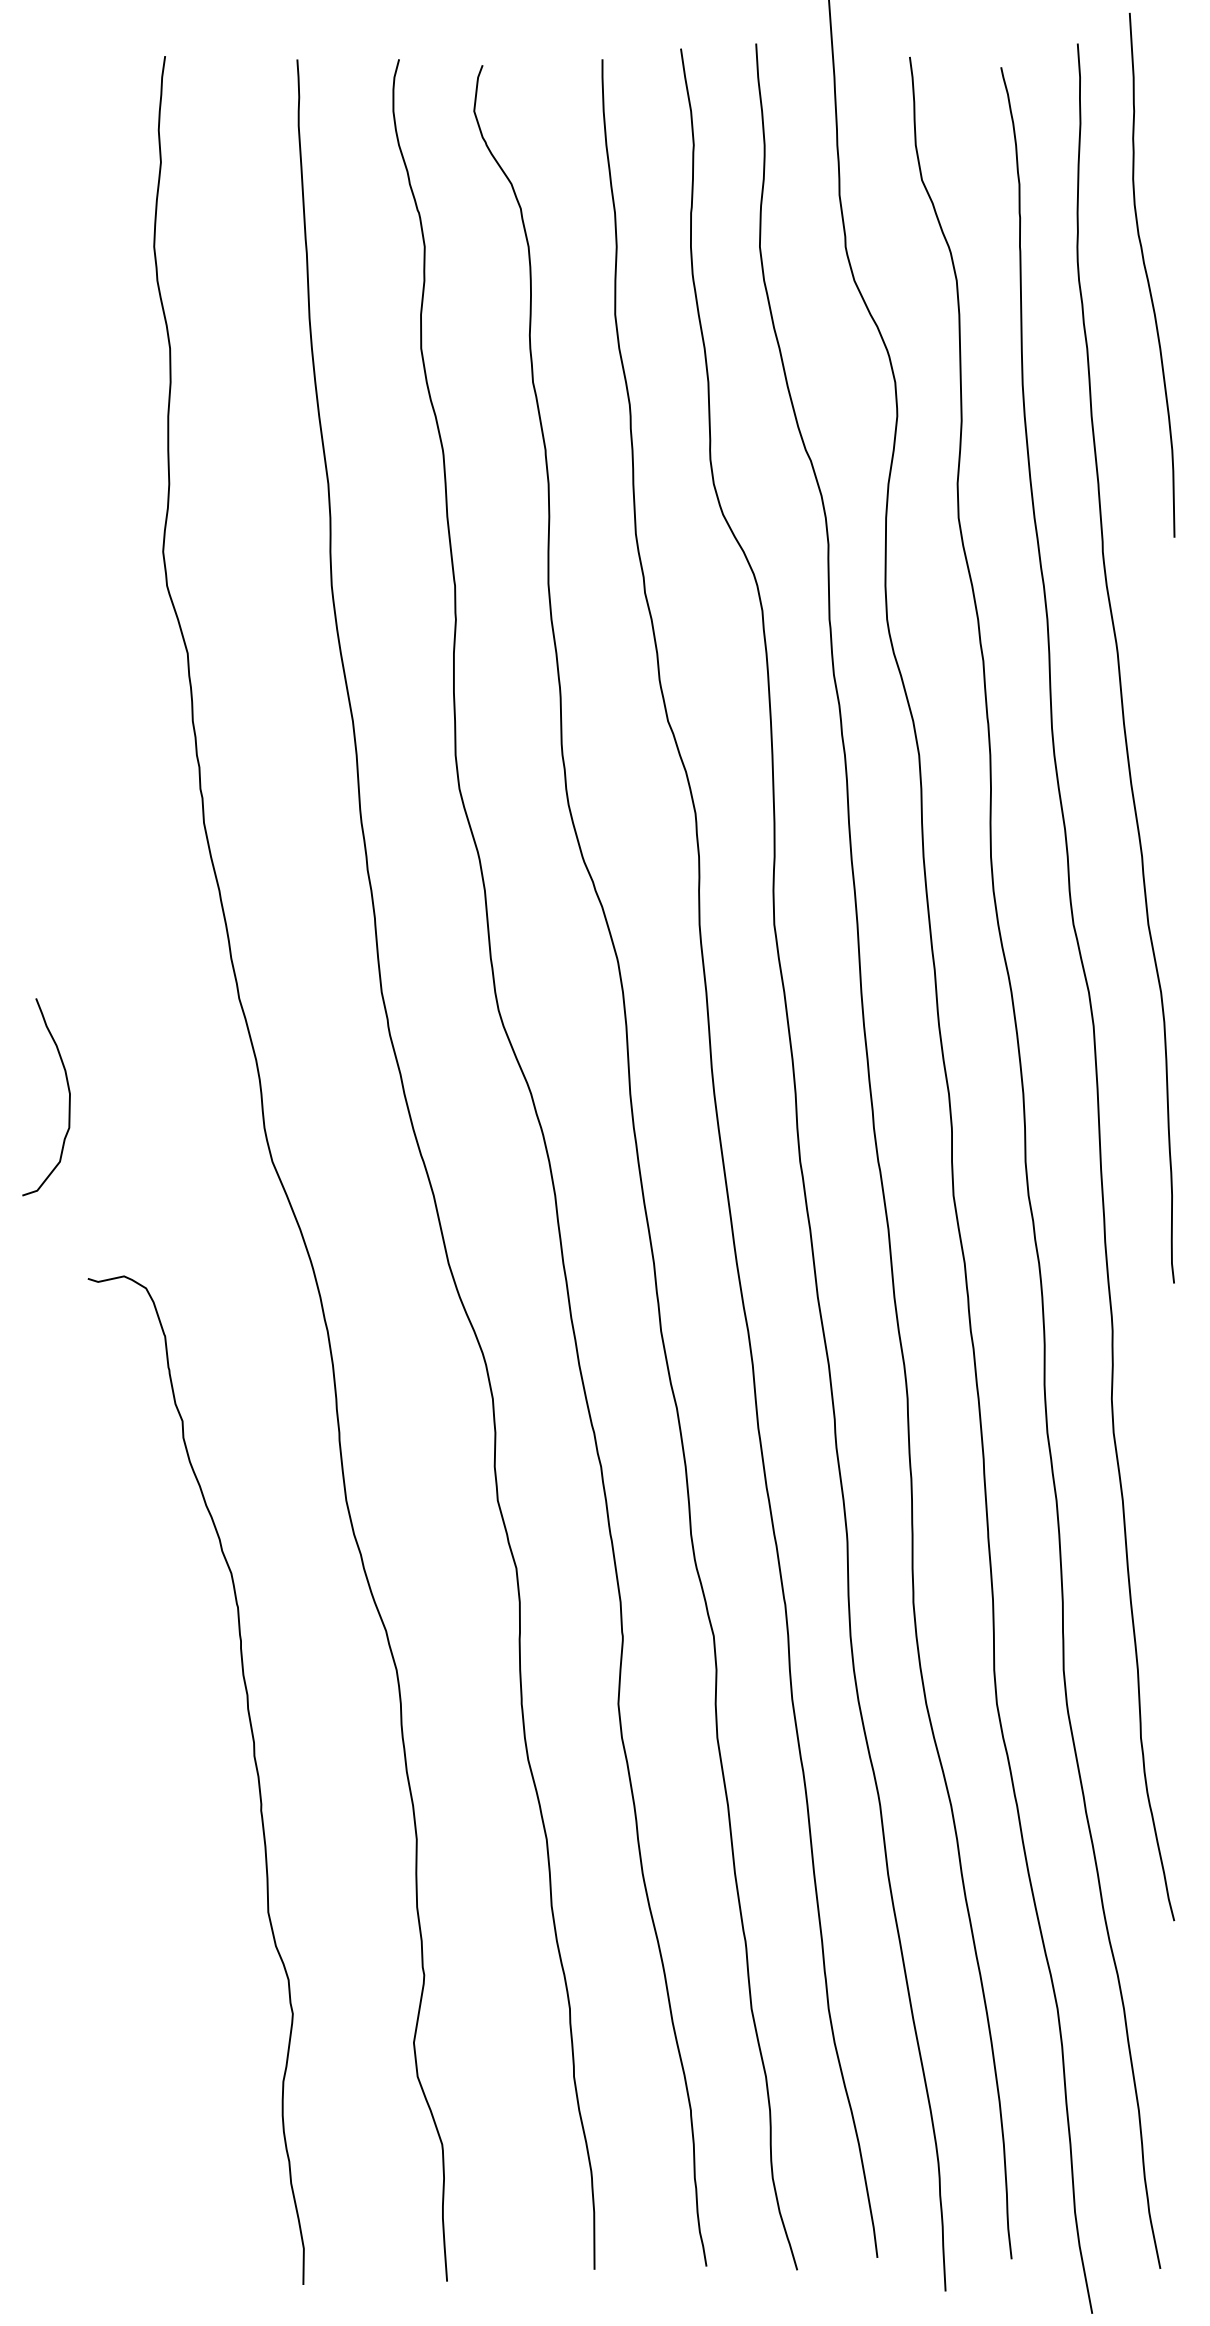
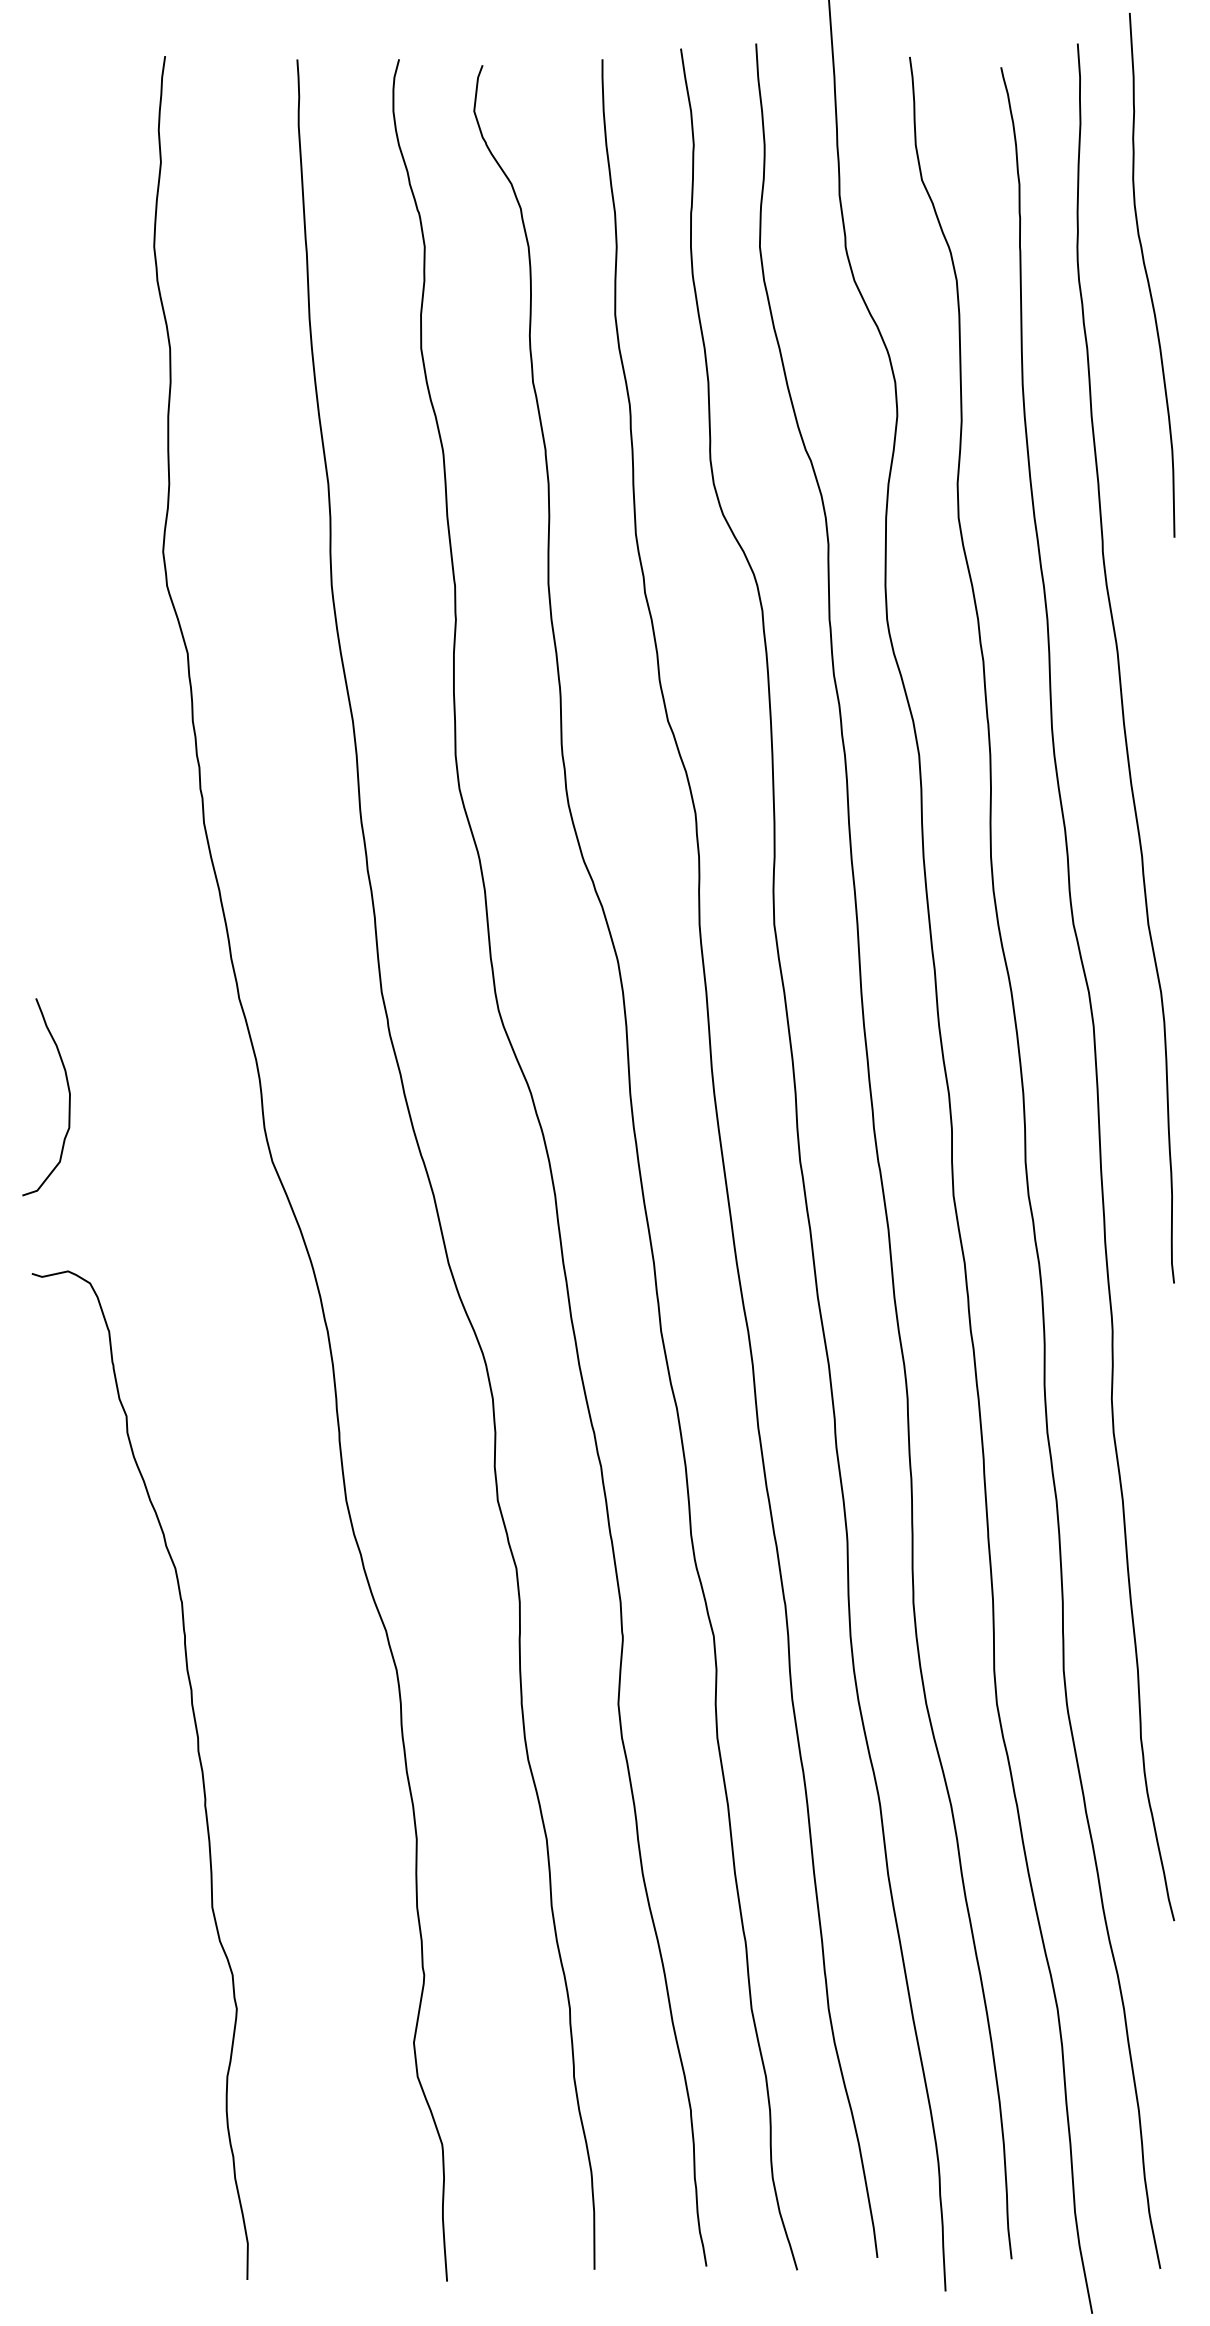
curve at (255, 1767) position: (255, 1767) -> (199, 1762)
